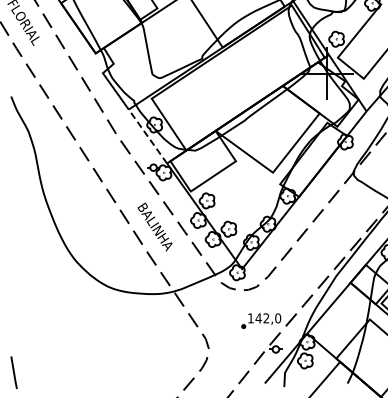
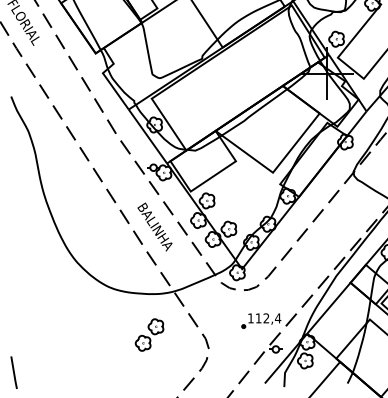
line at (147, 136): dashed -> solid
text at (268, 318): 142,0 -> 112,4
part at (149, 334): none -> present
